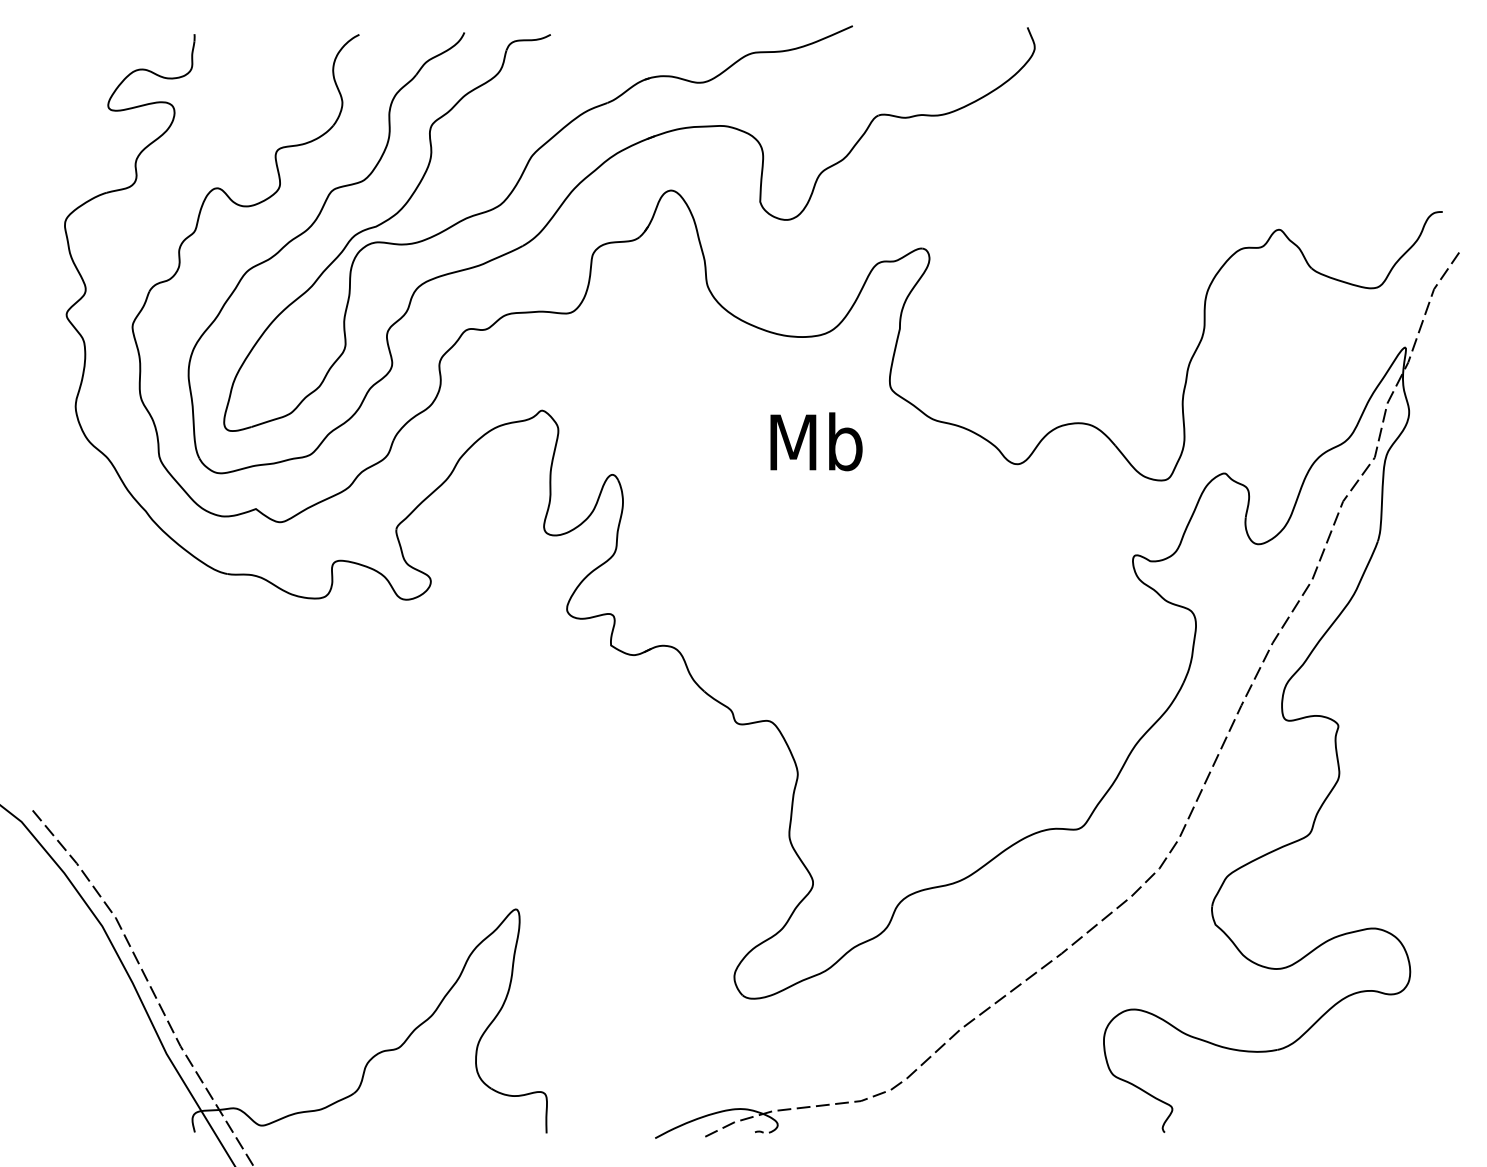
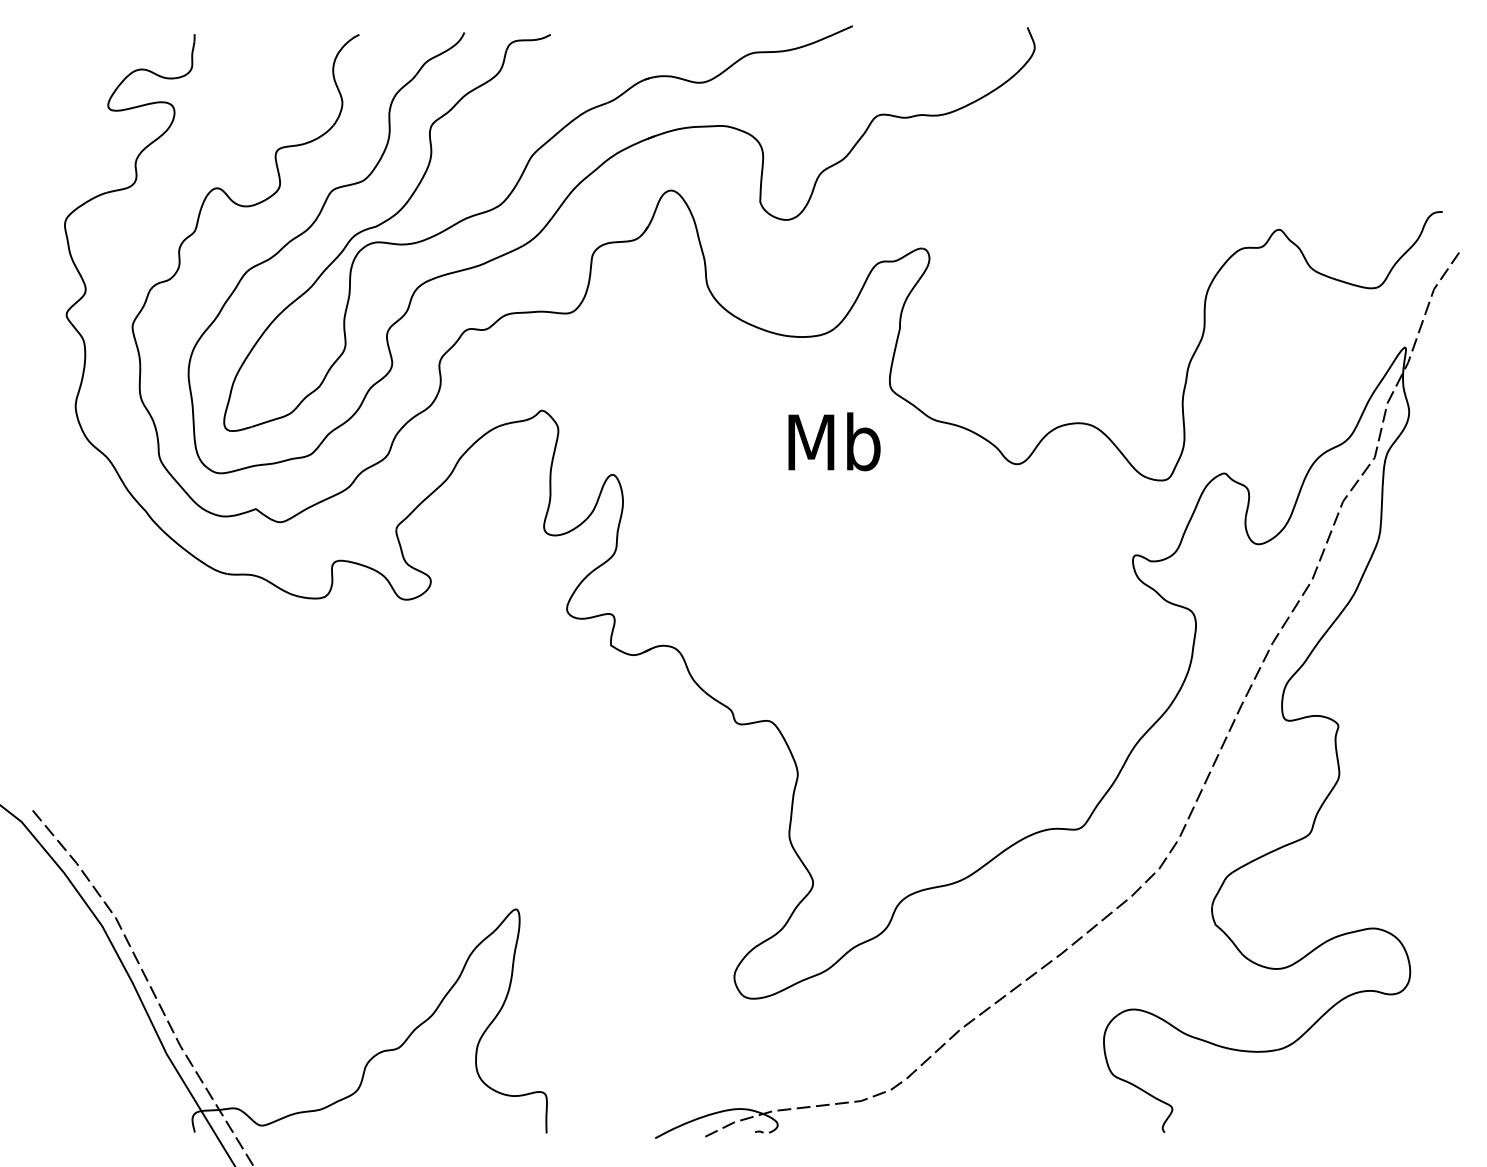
text at (816, 441) position: (816, 441) -> (834, 441)
